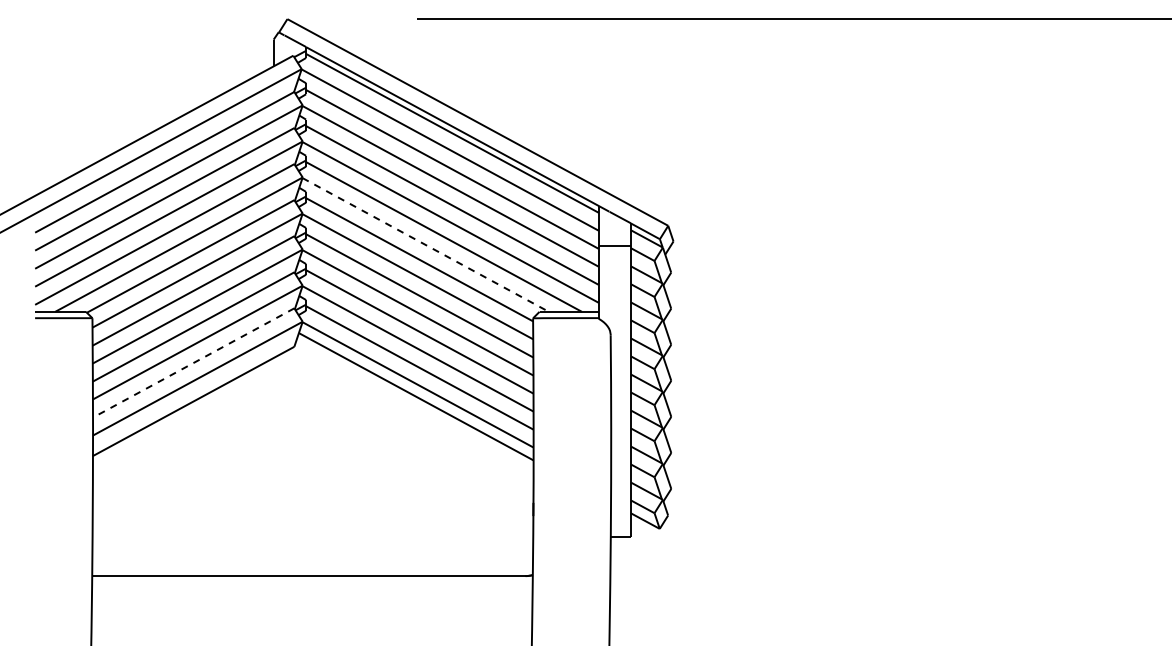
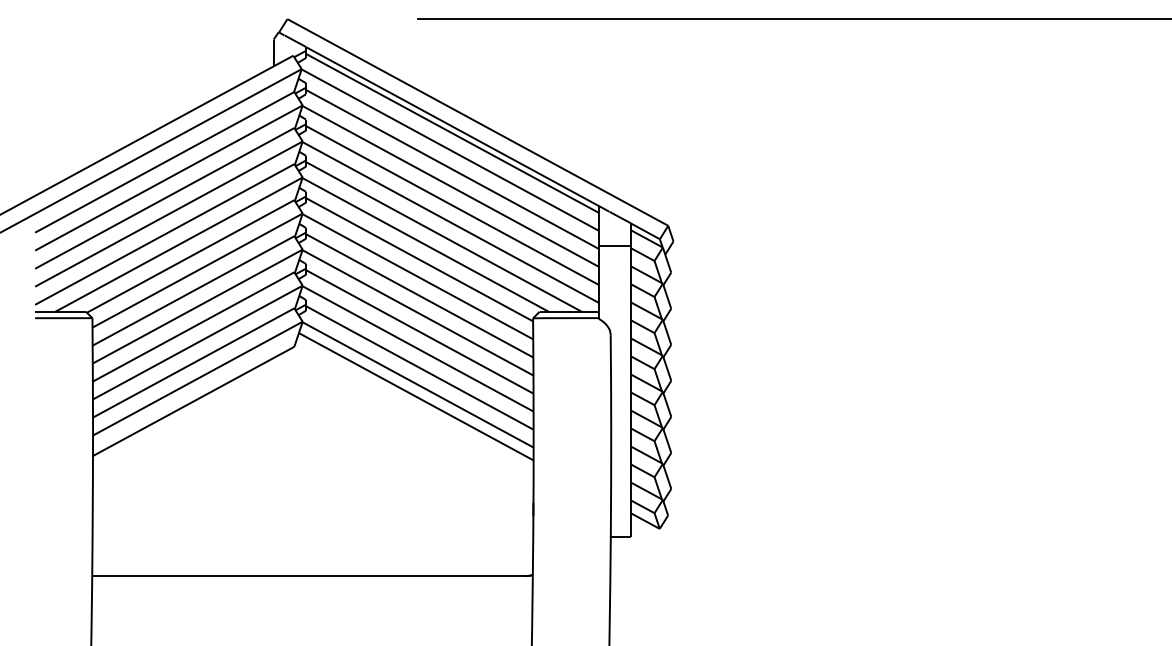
line at (426, 245): dashed -> solid
line at (193, 362): dashed -> solid
